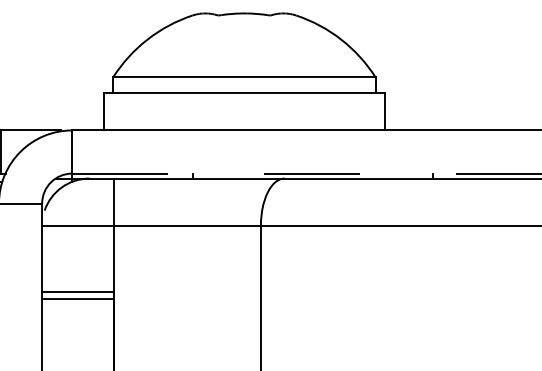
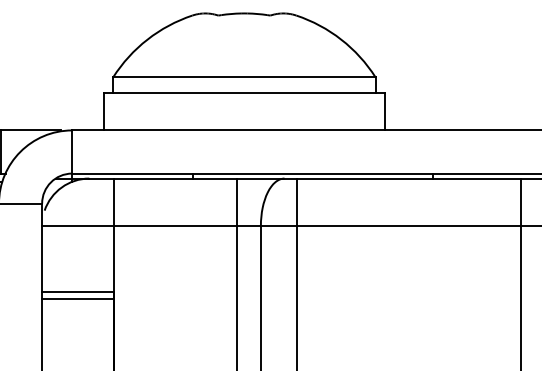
line at (307, 173): dashed -> solid
line at (236, 272): none -> present
line at (296, 272): none -> present
line at (520, 272): none -> present
